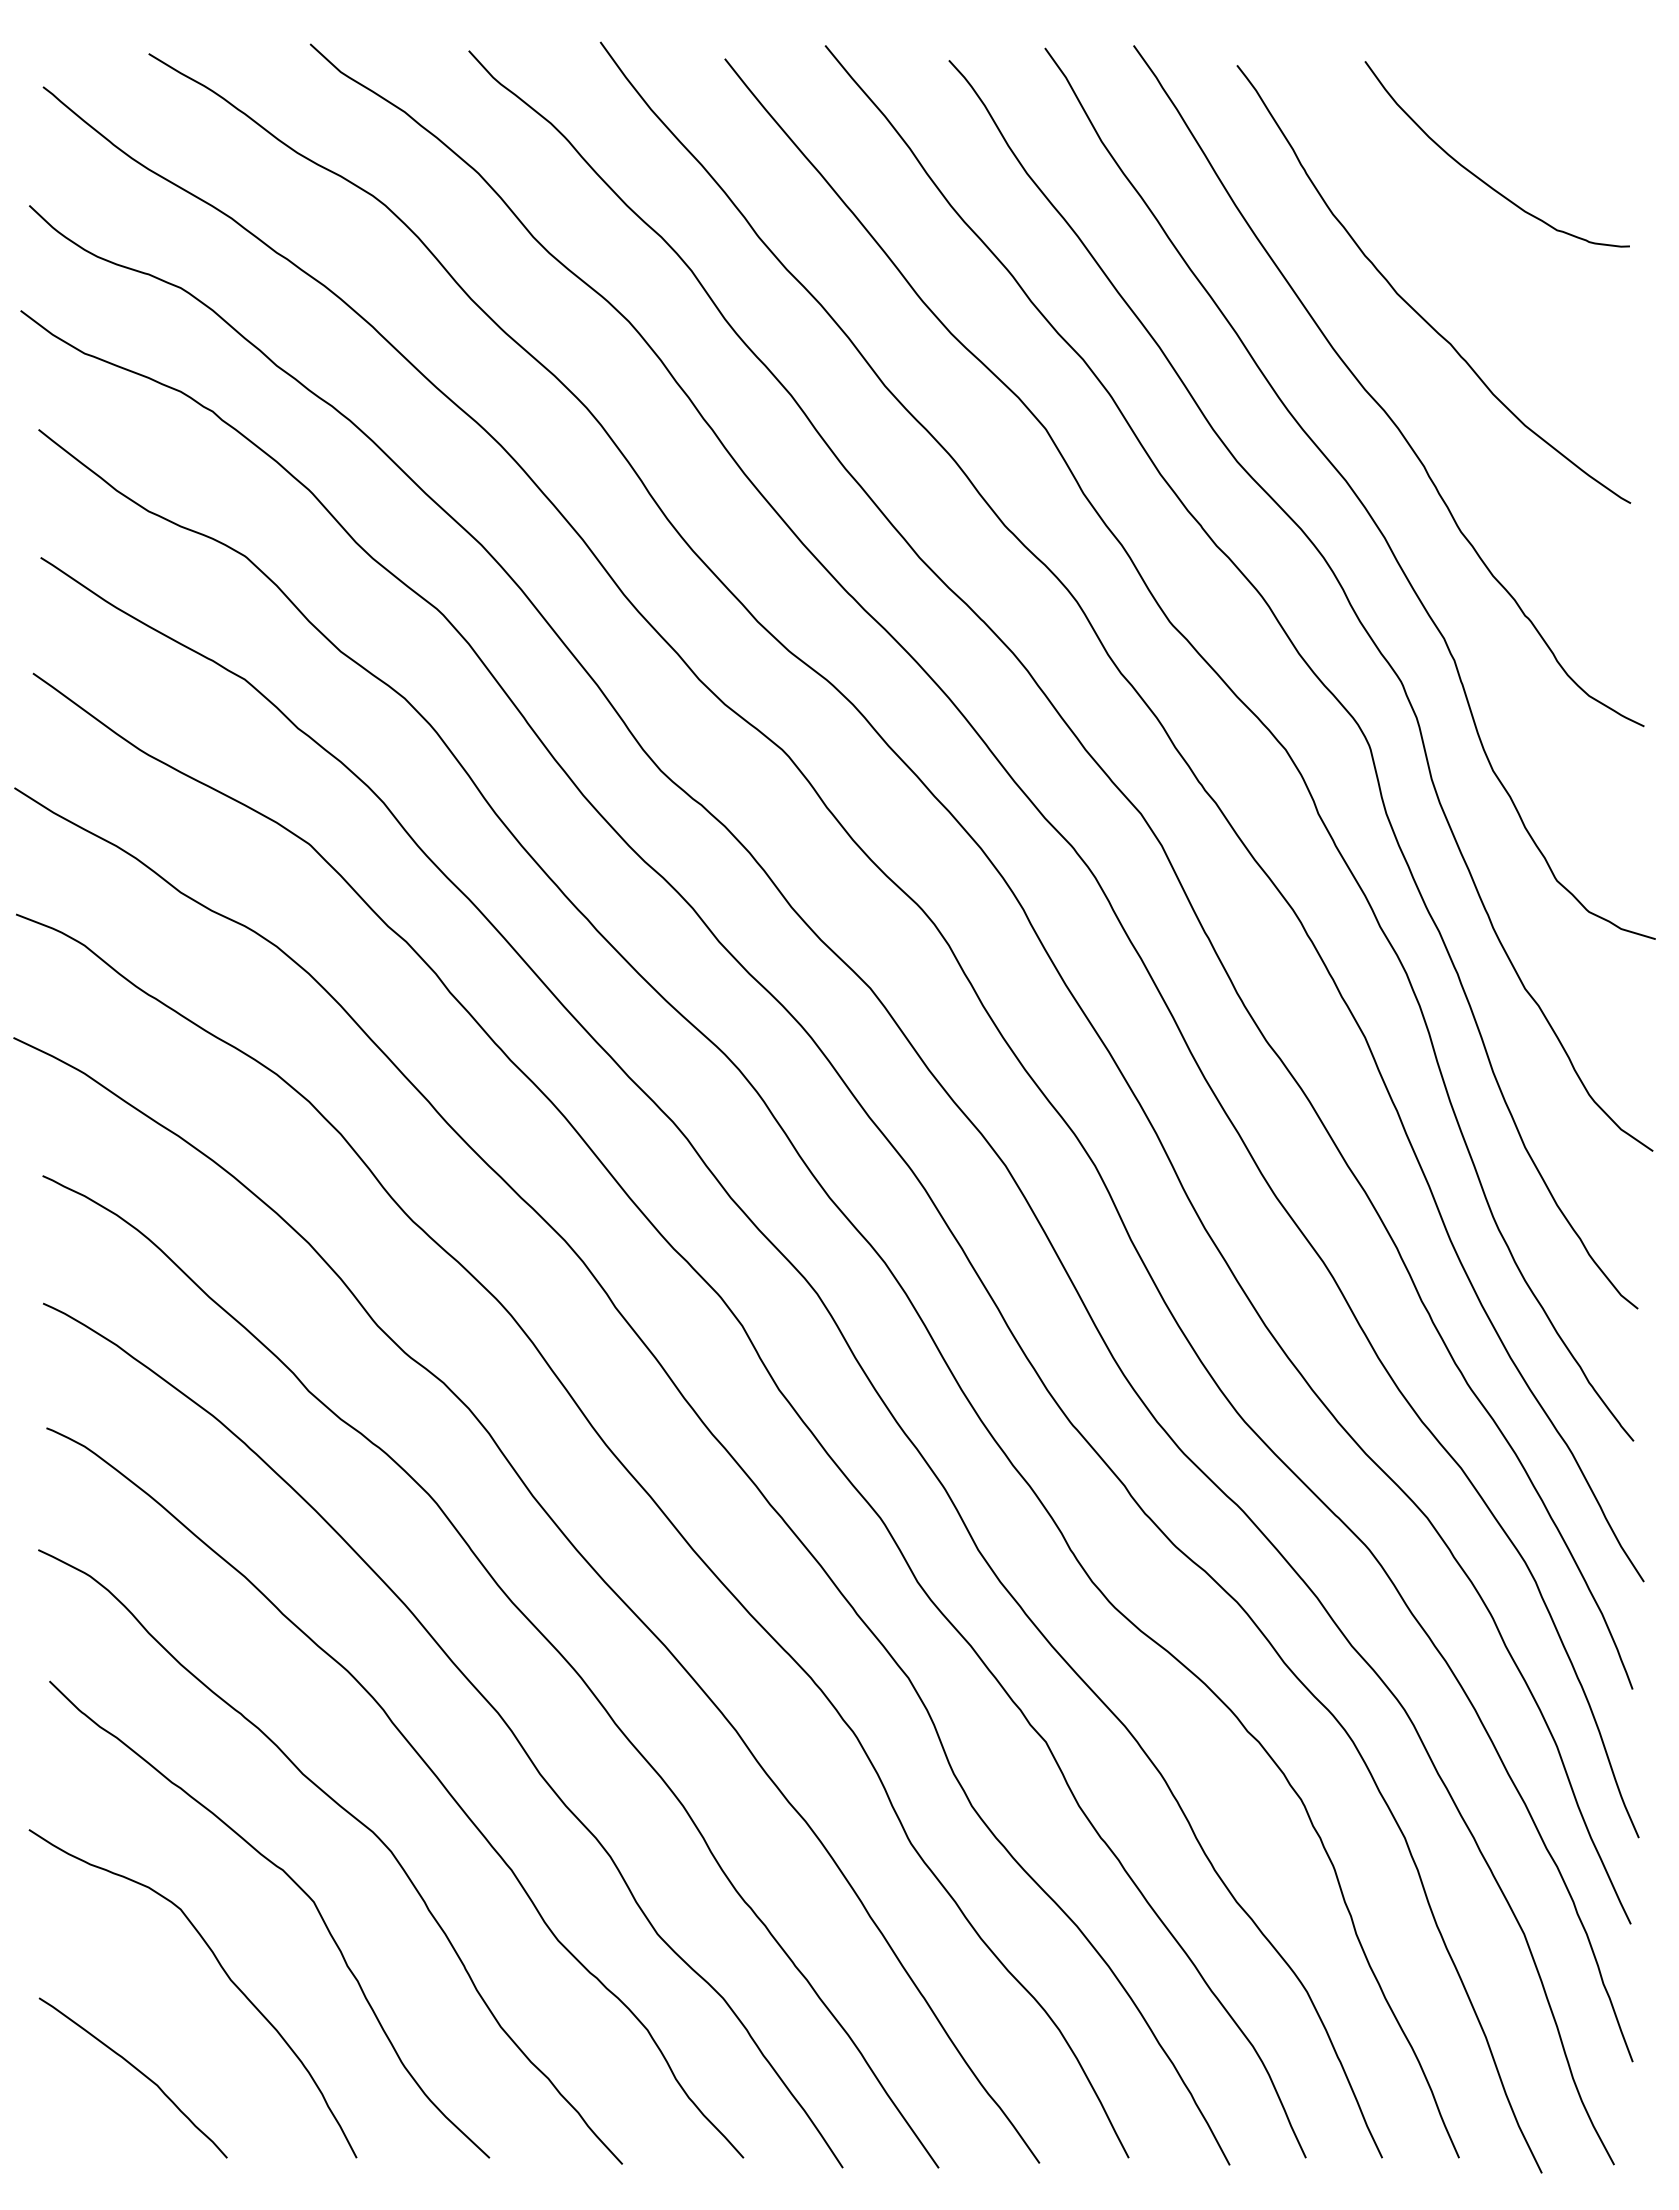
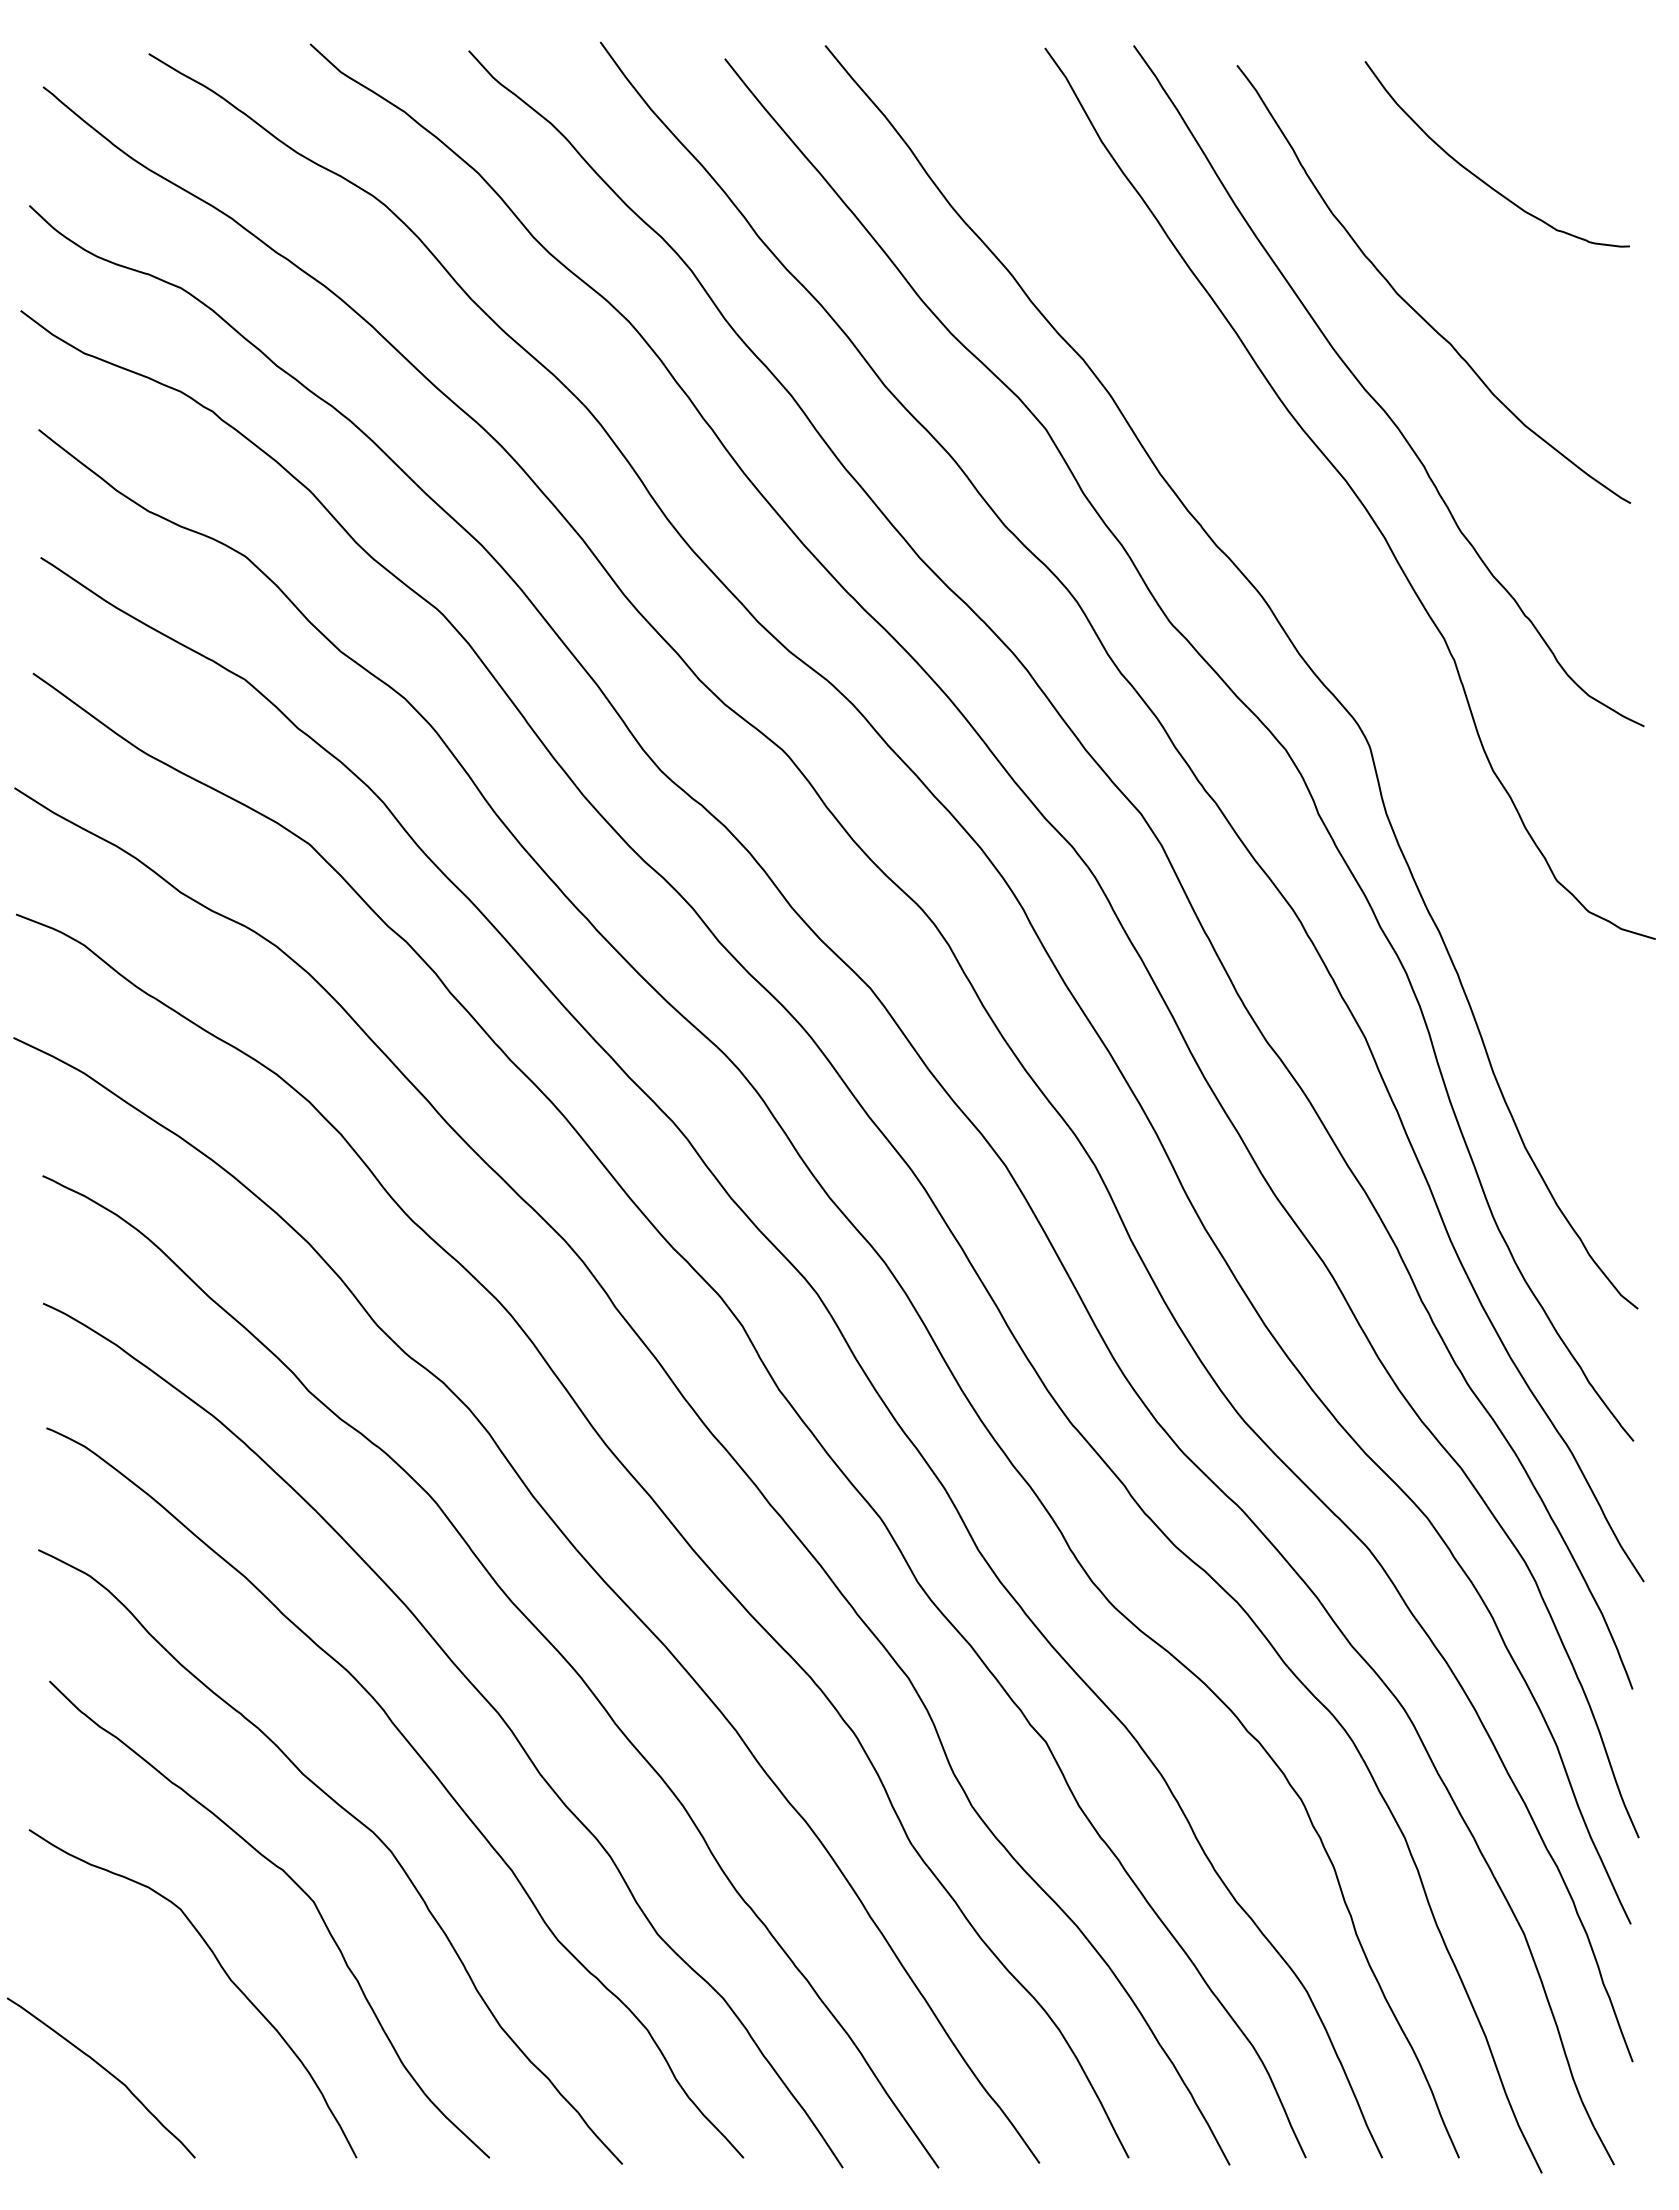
curve at (1337, 582): present -> none
curve at (138, 2071) position: (138, 2071) -> (106, 2071)
